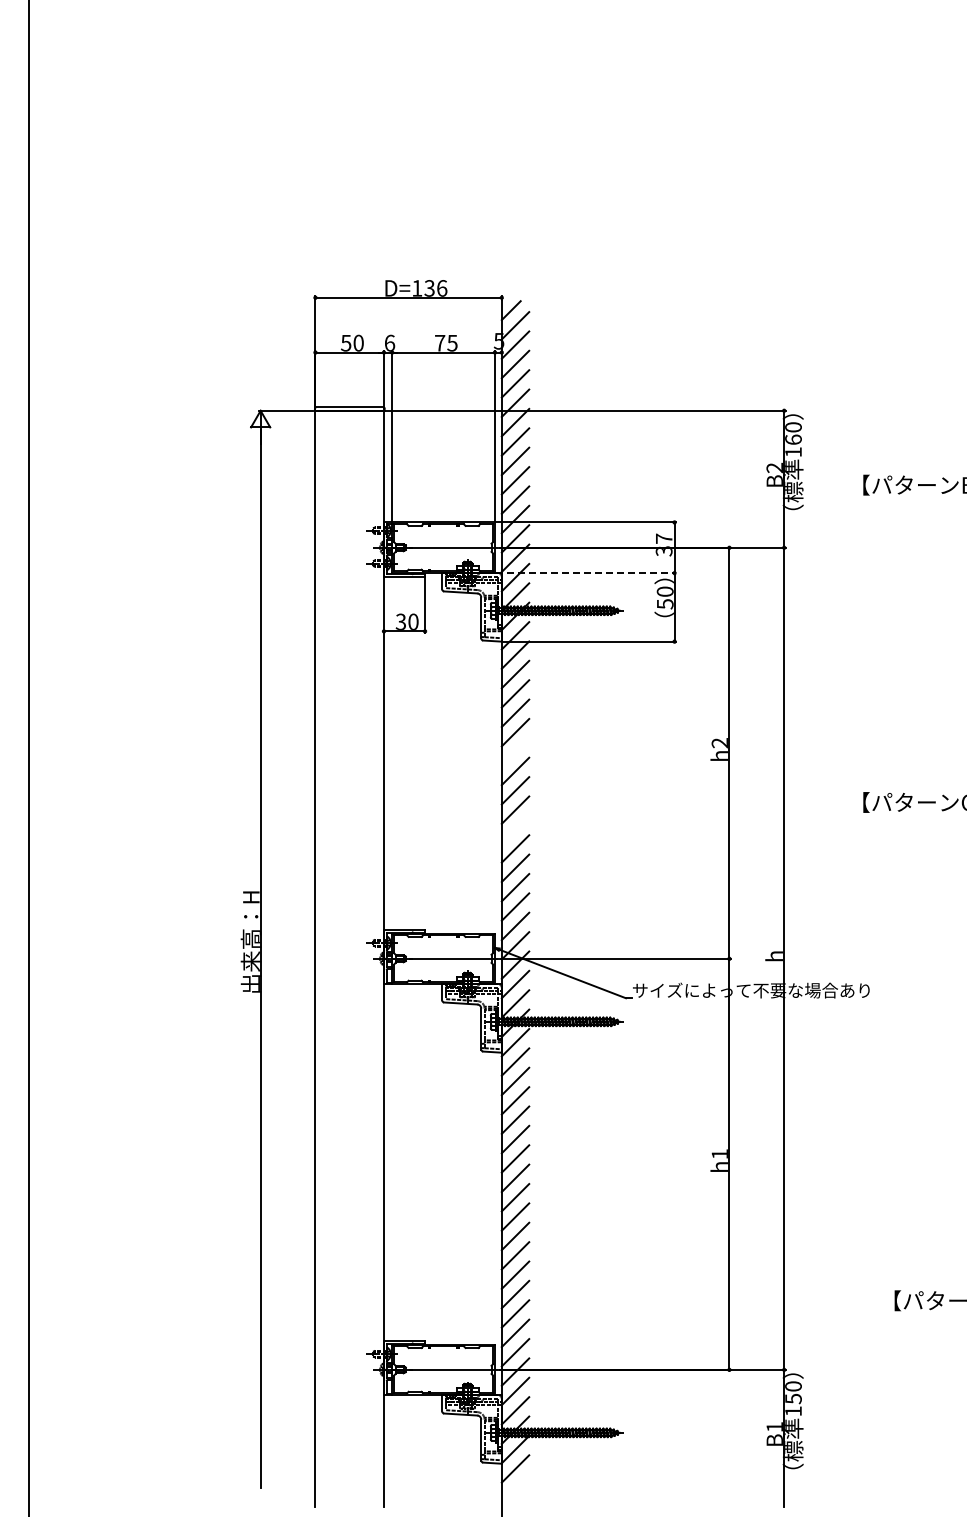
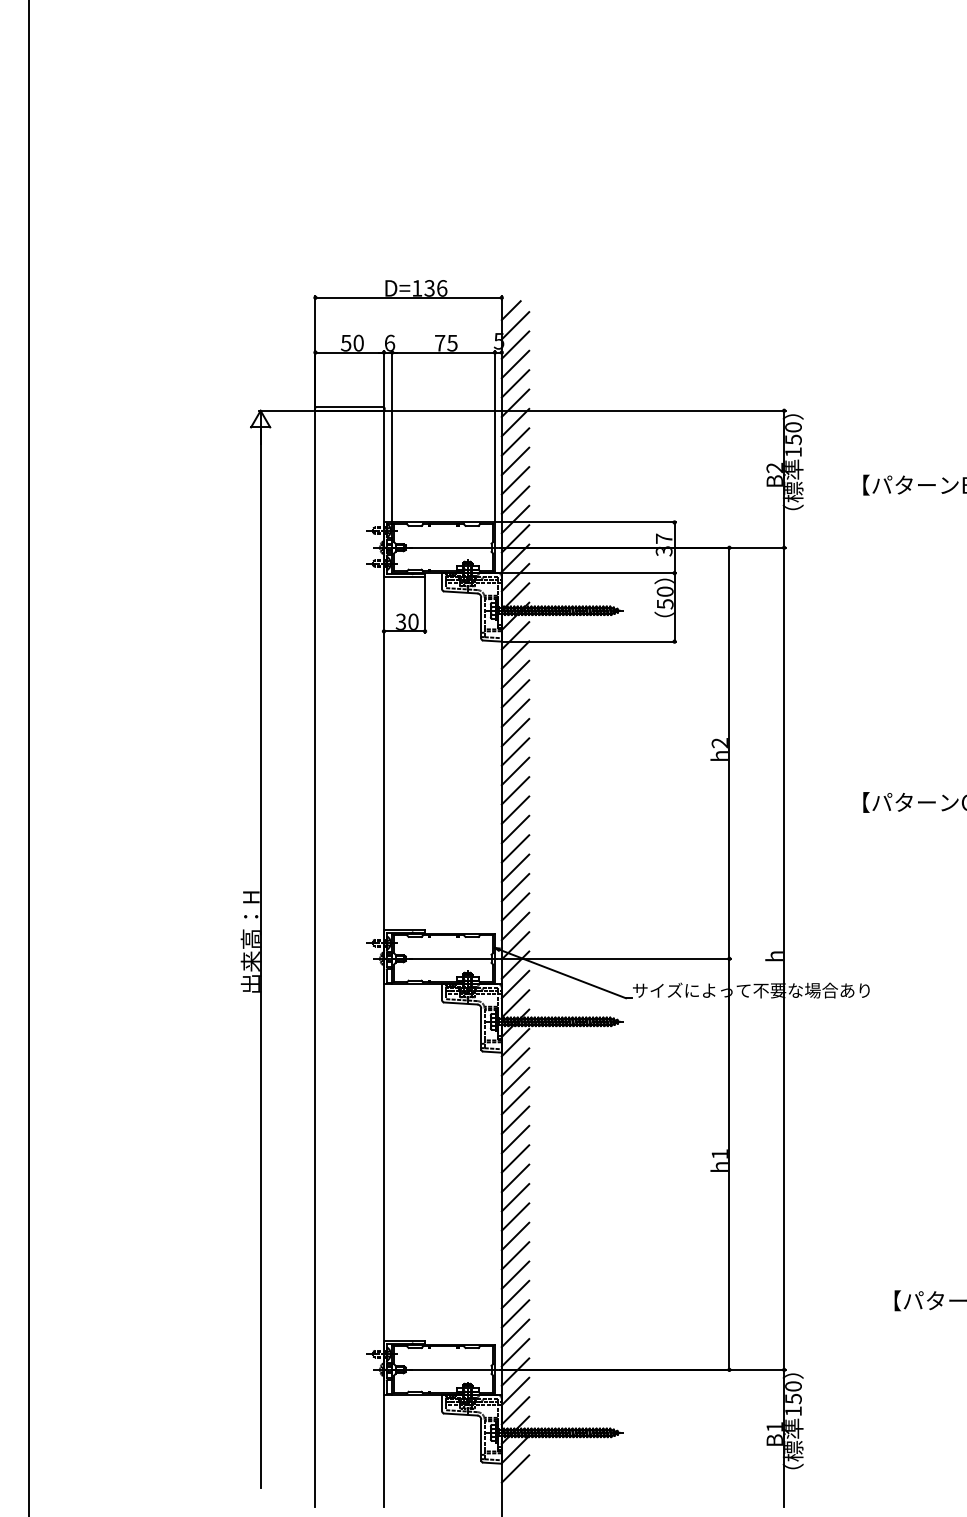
text at (793, 439): 160 -> 150
line at (586, 573): dashed -> solid
line at (515, 751): none -> present
line at (515, 829): none -> present
